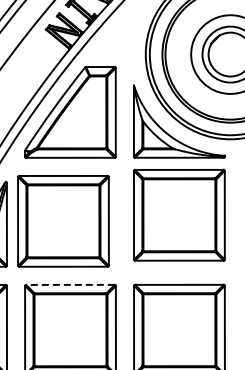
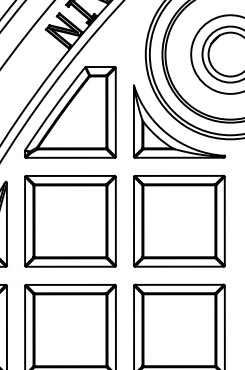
part at (179, 214) position: (179, 214) -> (179, 220)
part at (63, 220) position: (63, 220) -> (70, 220)
line at (70, 284): dashed -> solid
